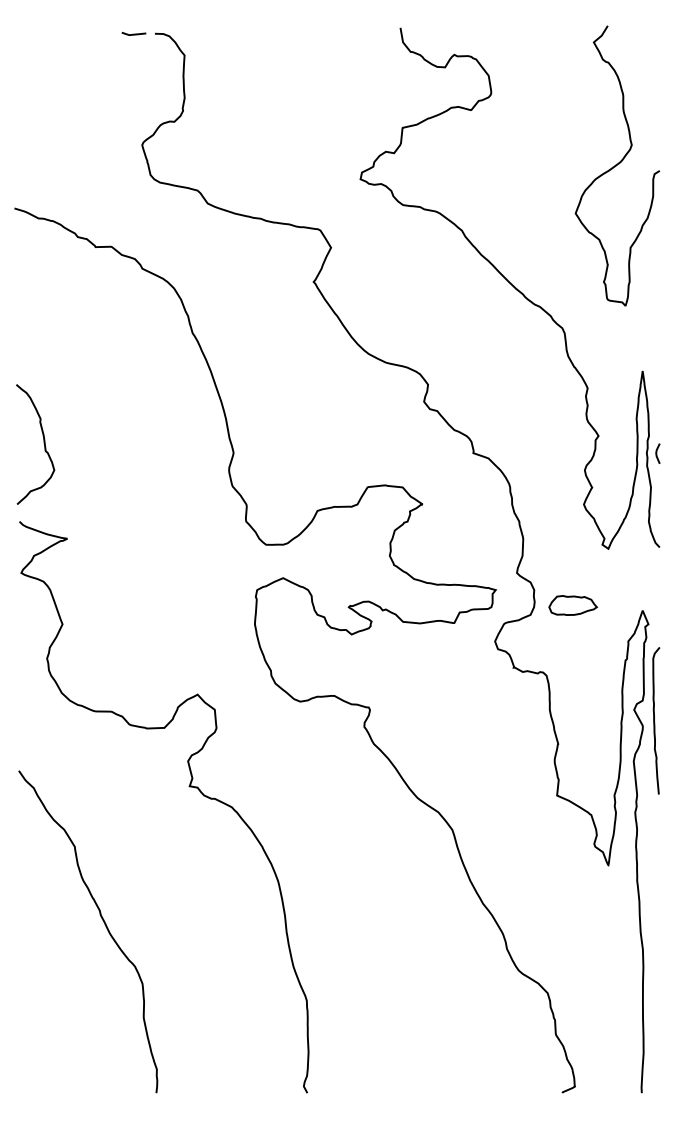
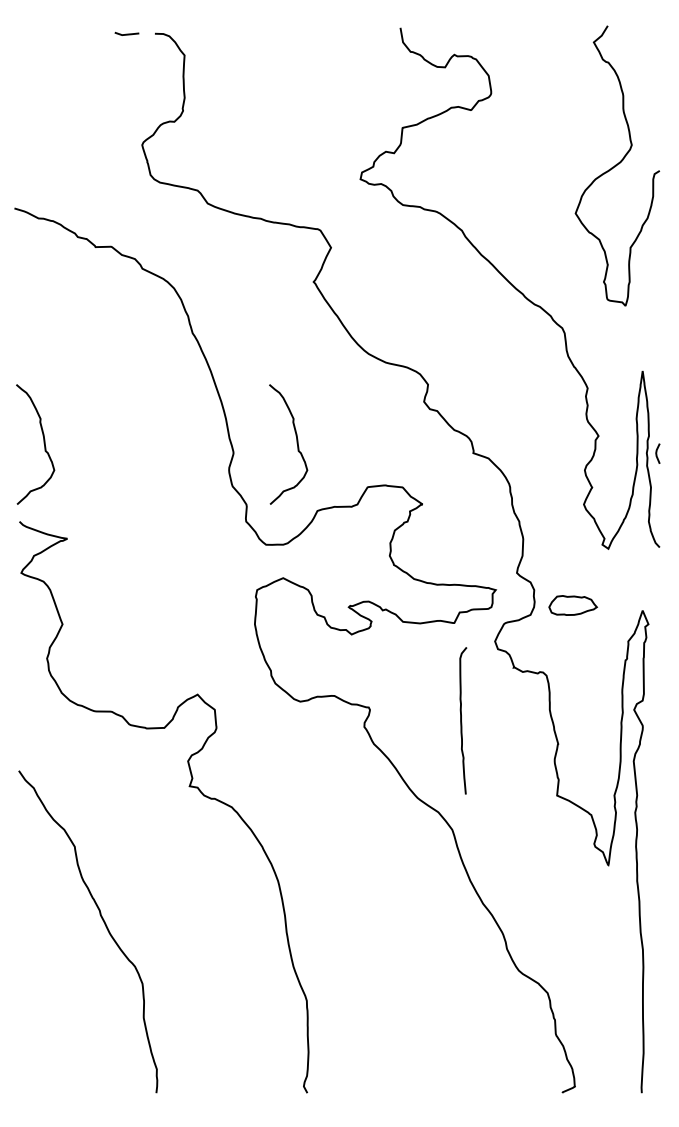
line at (133, 33) position: (133, 33) -> (126, 33)
curve at (296, 443): none -> present
curve at (654, 720) position: (654, 720) -> (461, 720)
